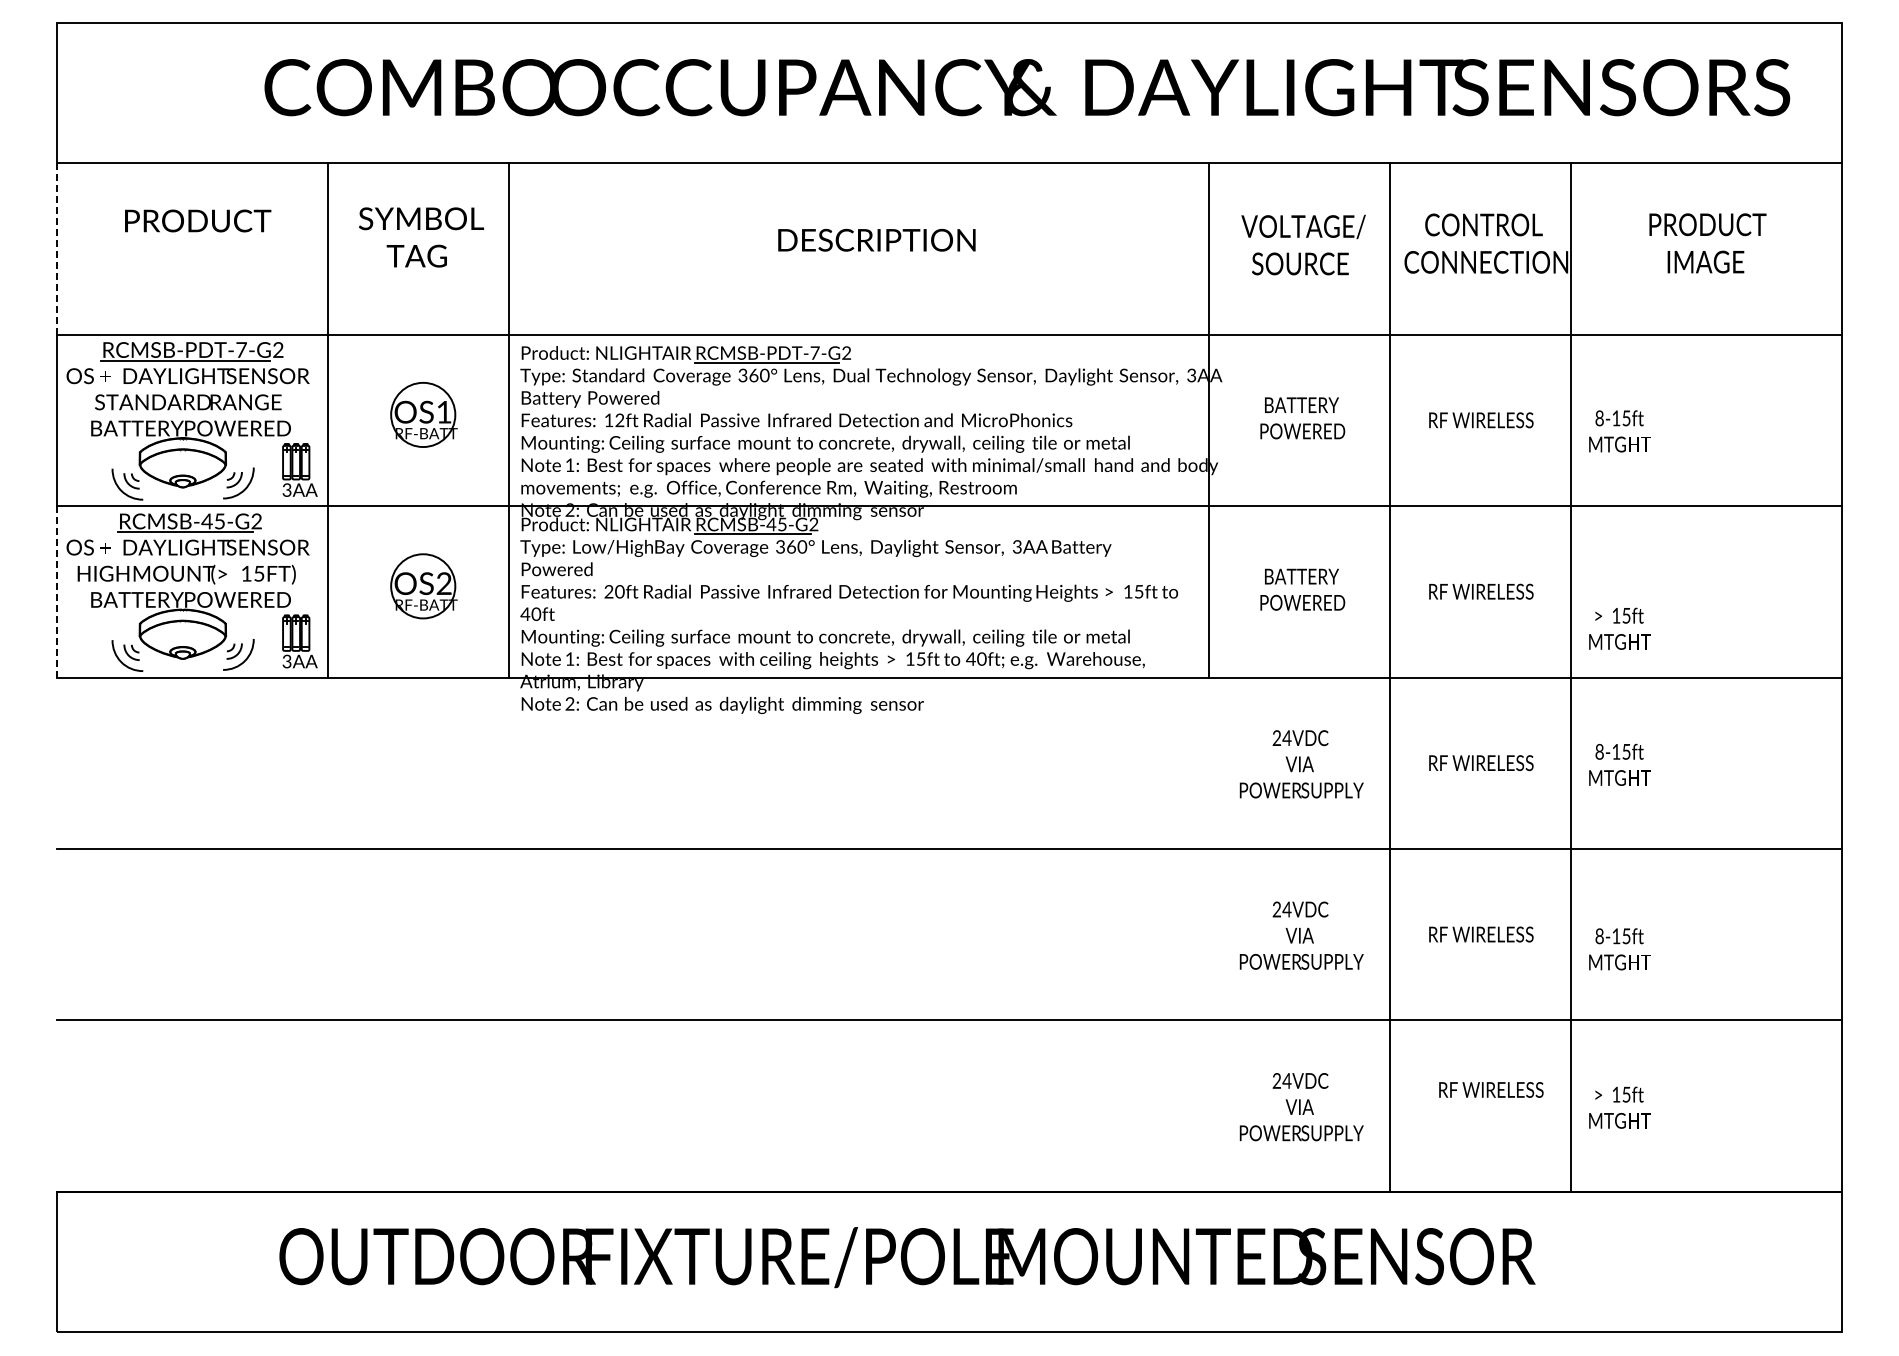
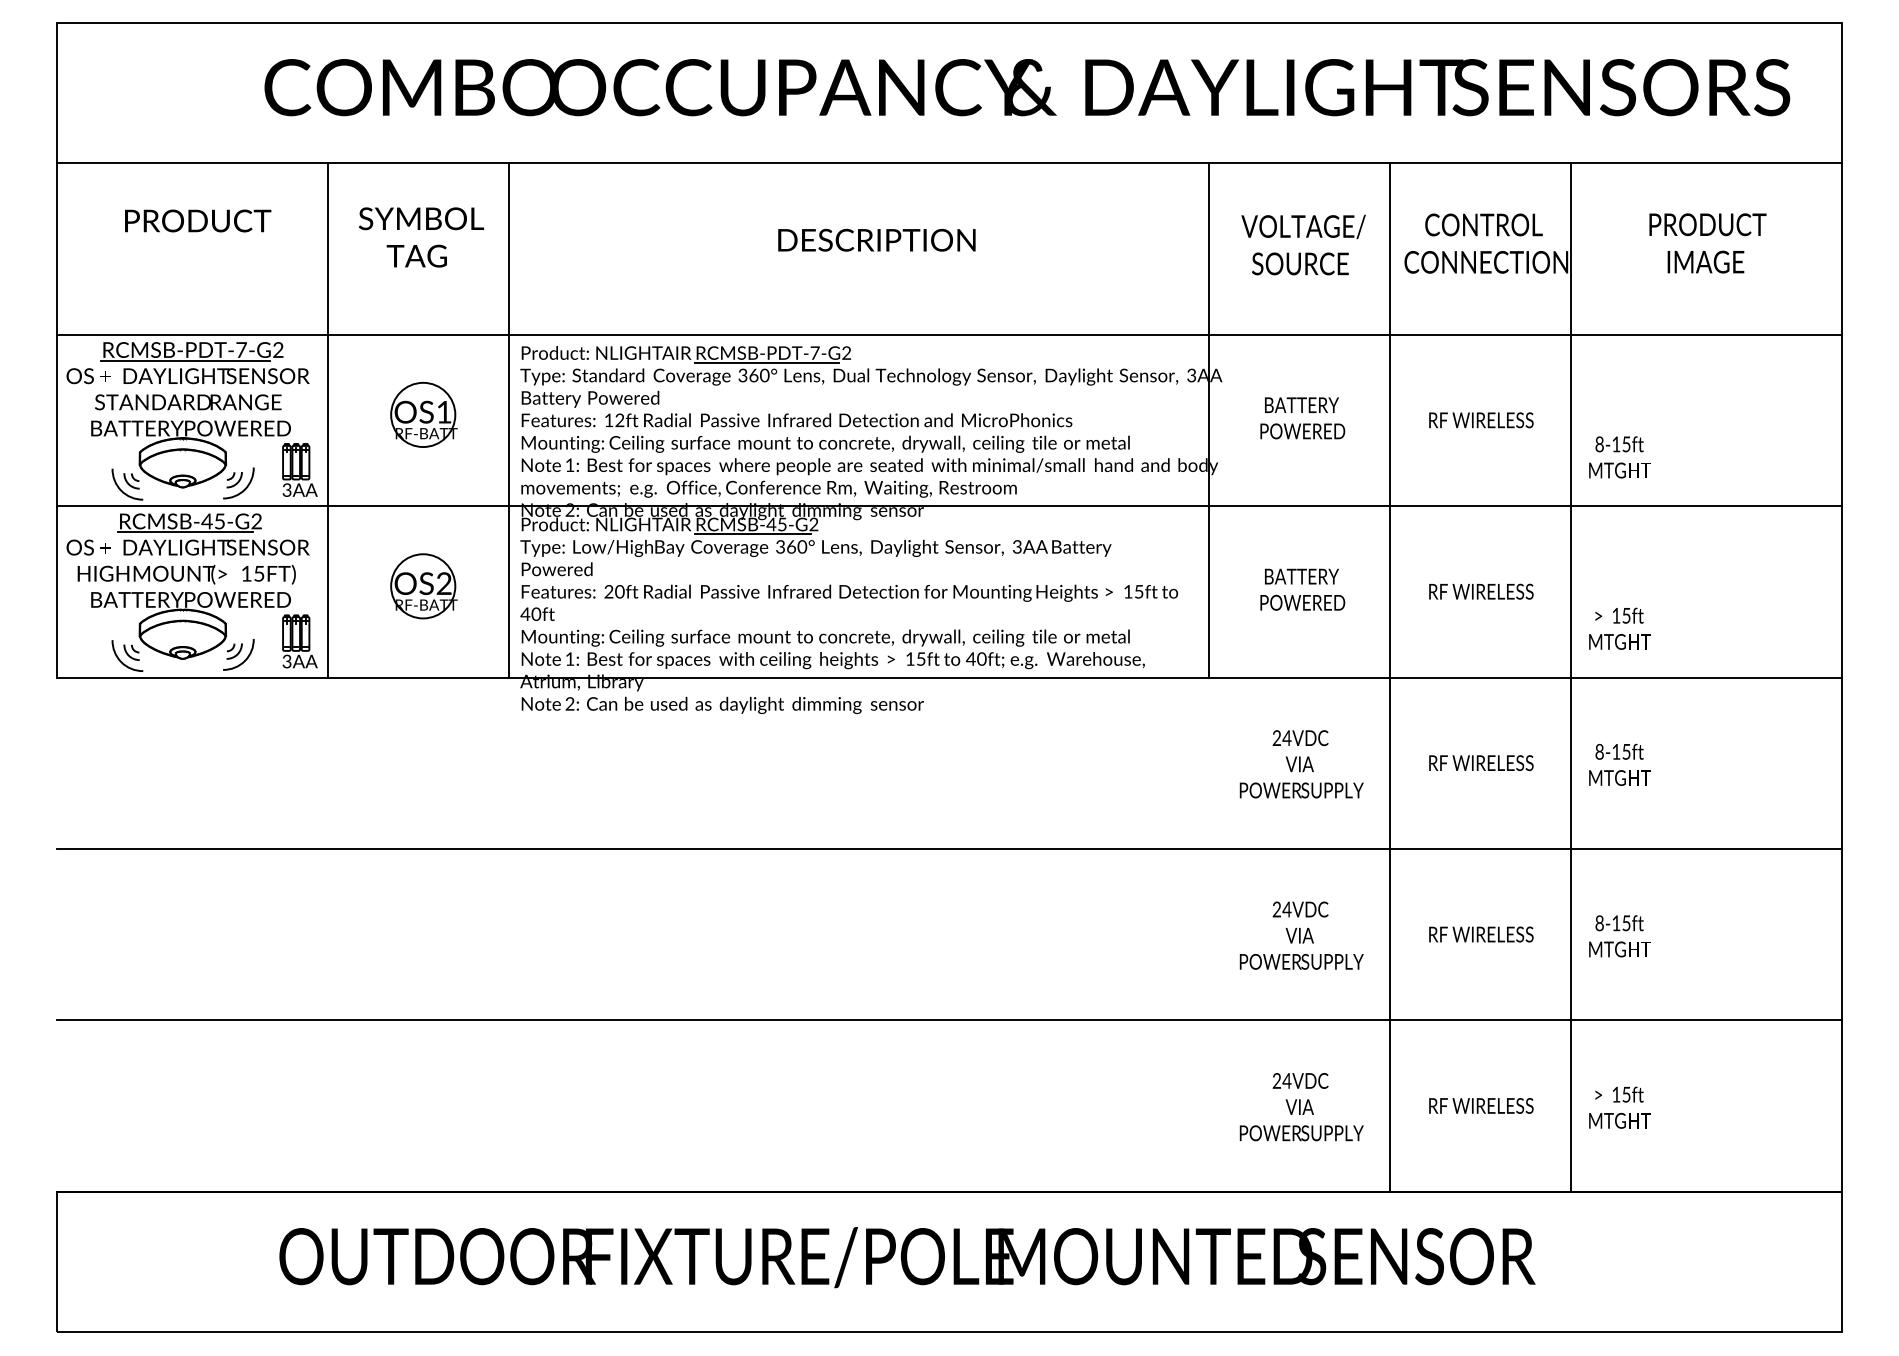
line at (56, 248): dashed -> solid
text at (1619, 431) position: (1619, 431) -> (1619, 457)
line at (56, 591): dashed -> solid
text at (1619, 949) position: (1619, 949) -> (1619, 936)
text at (1491, 1089) position: (1491, 1089) -> (1481, 1105)
